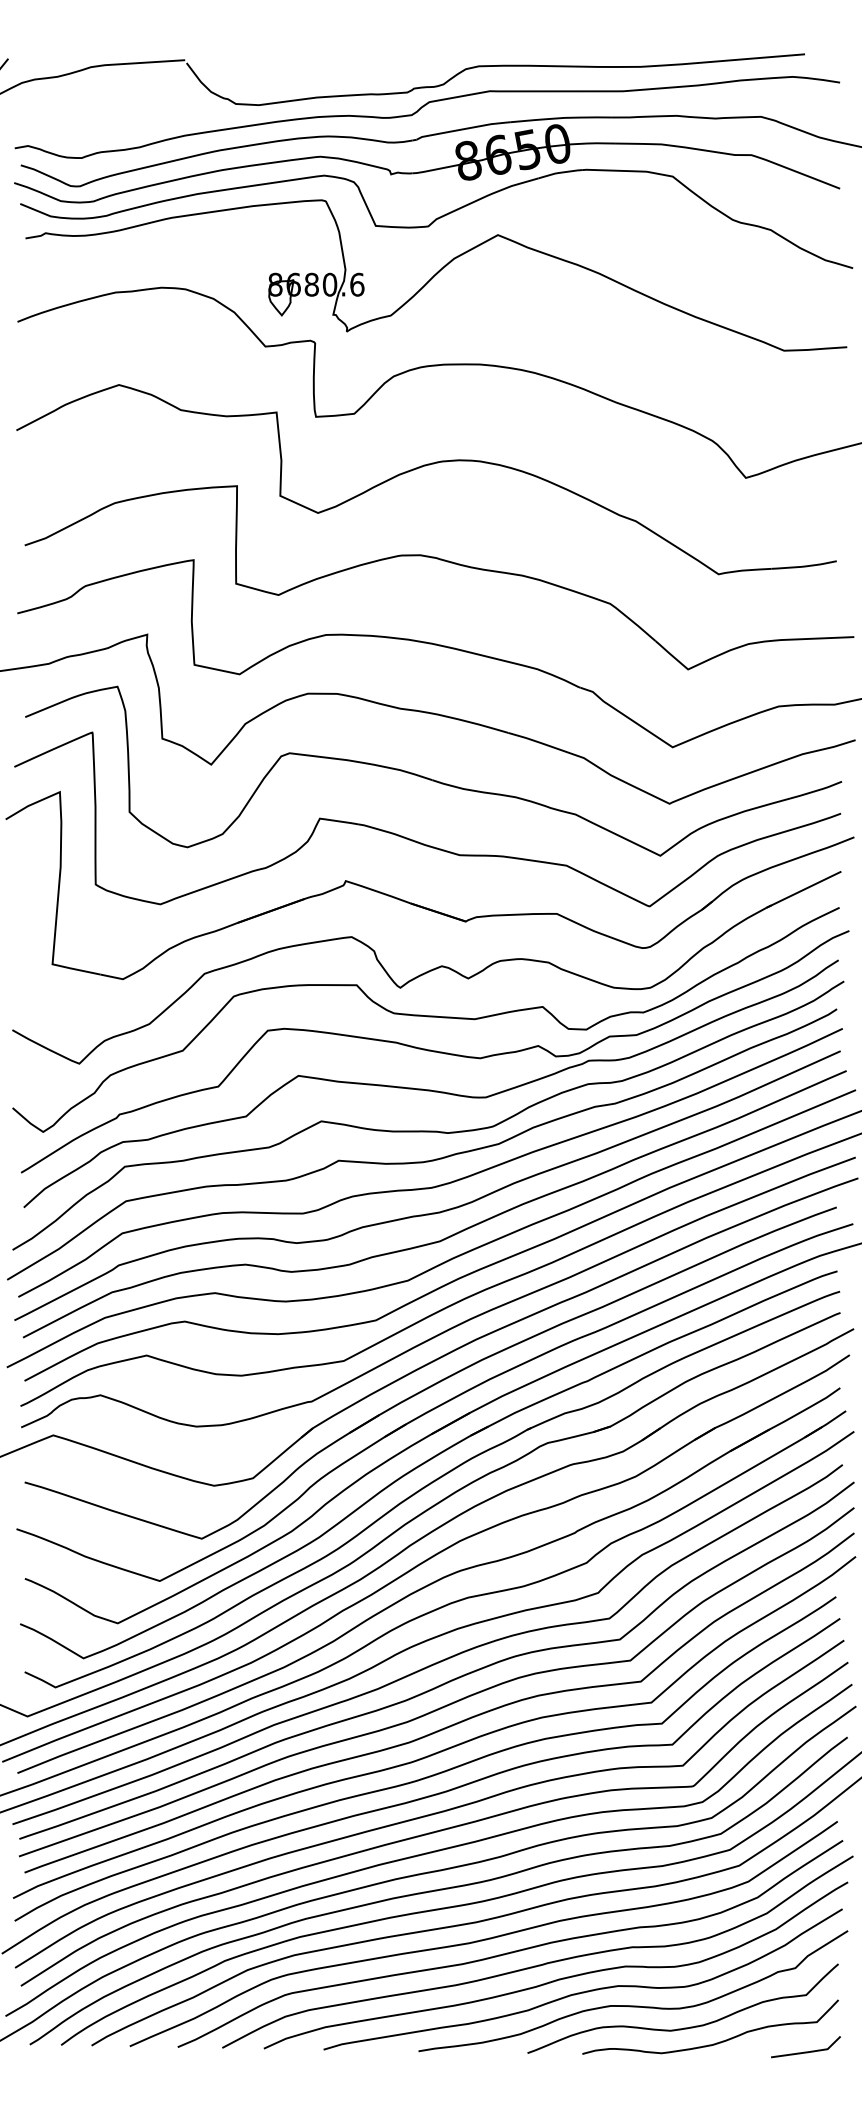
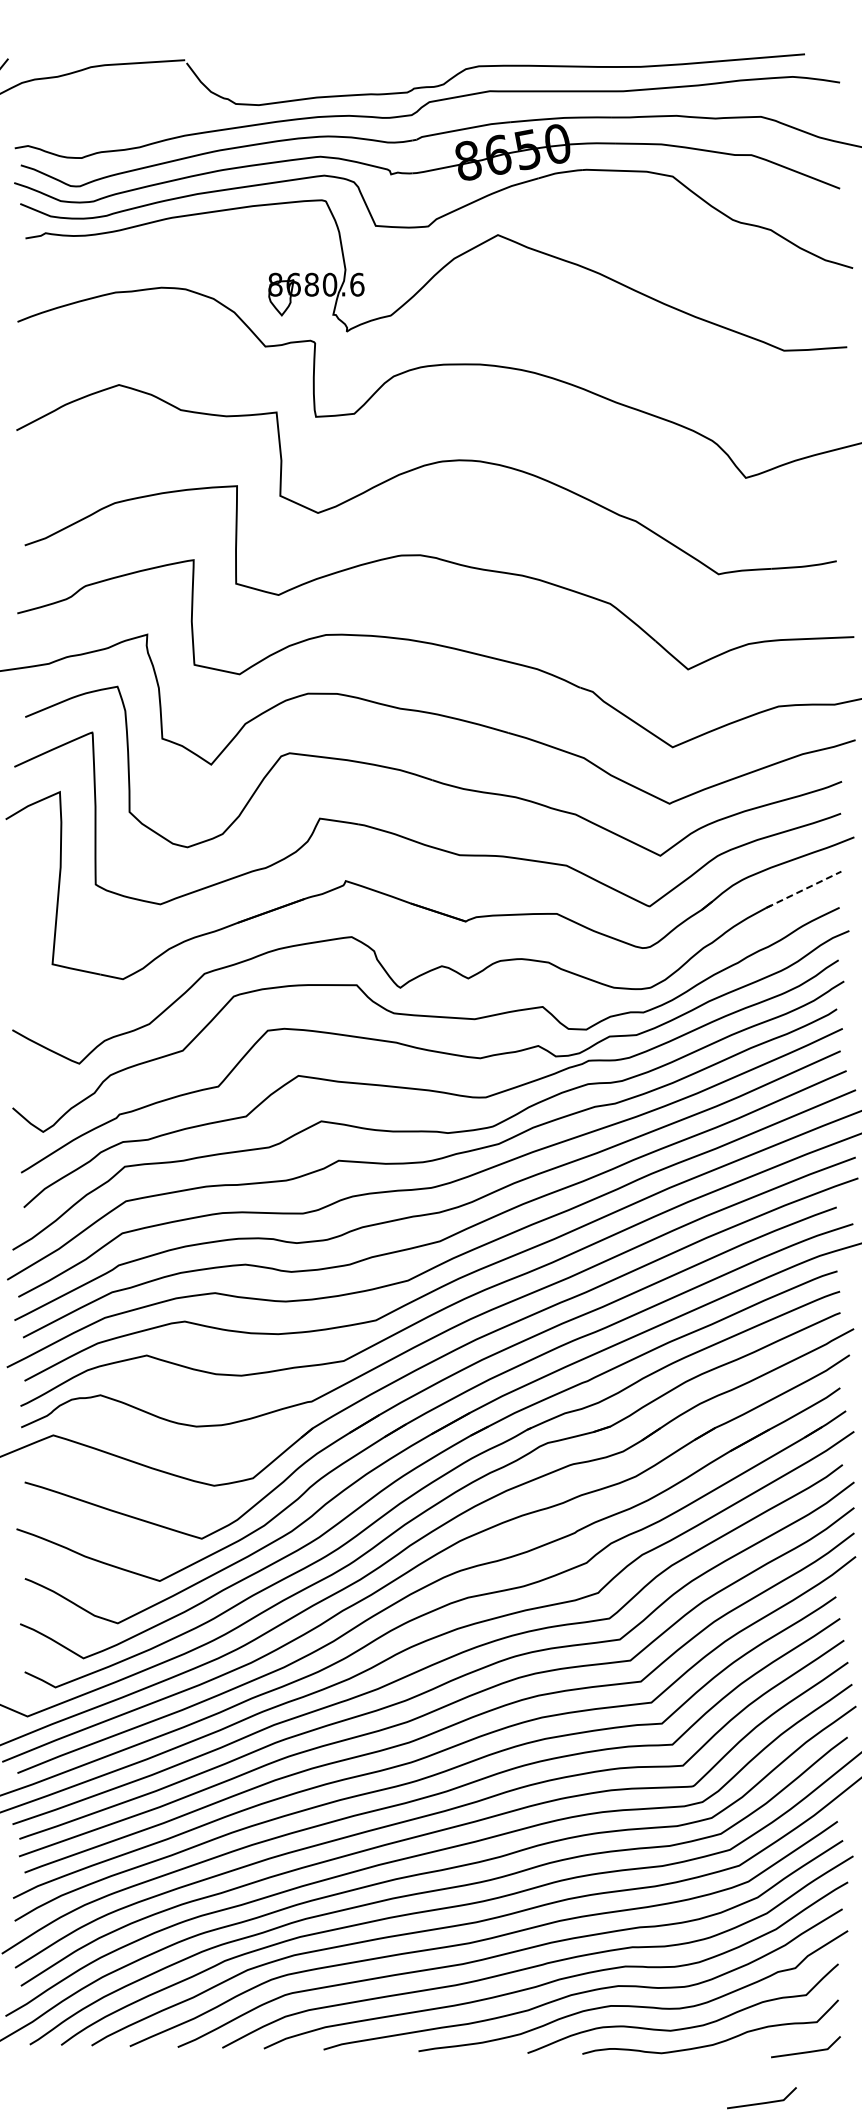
line at (803, 889): solid -> dashed
line at (761, 2102): none -> present
